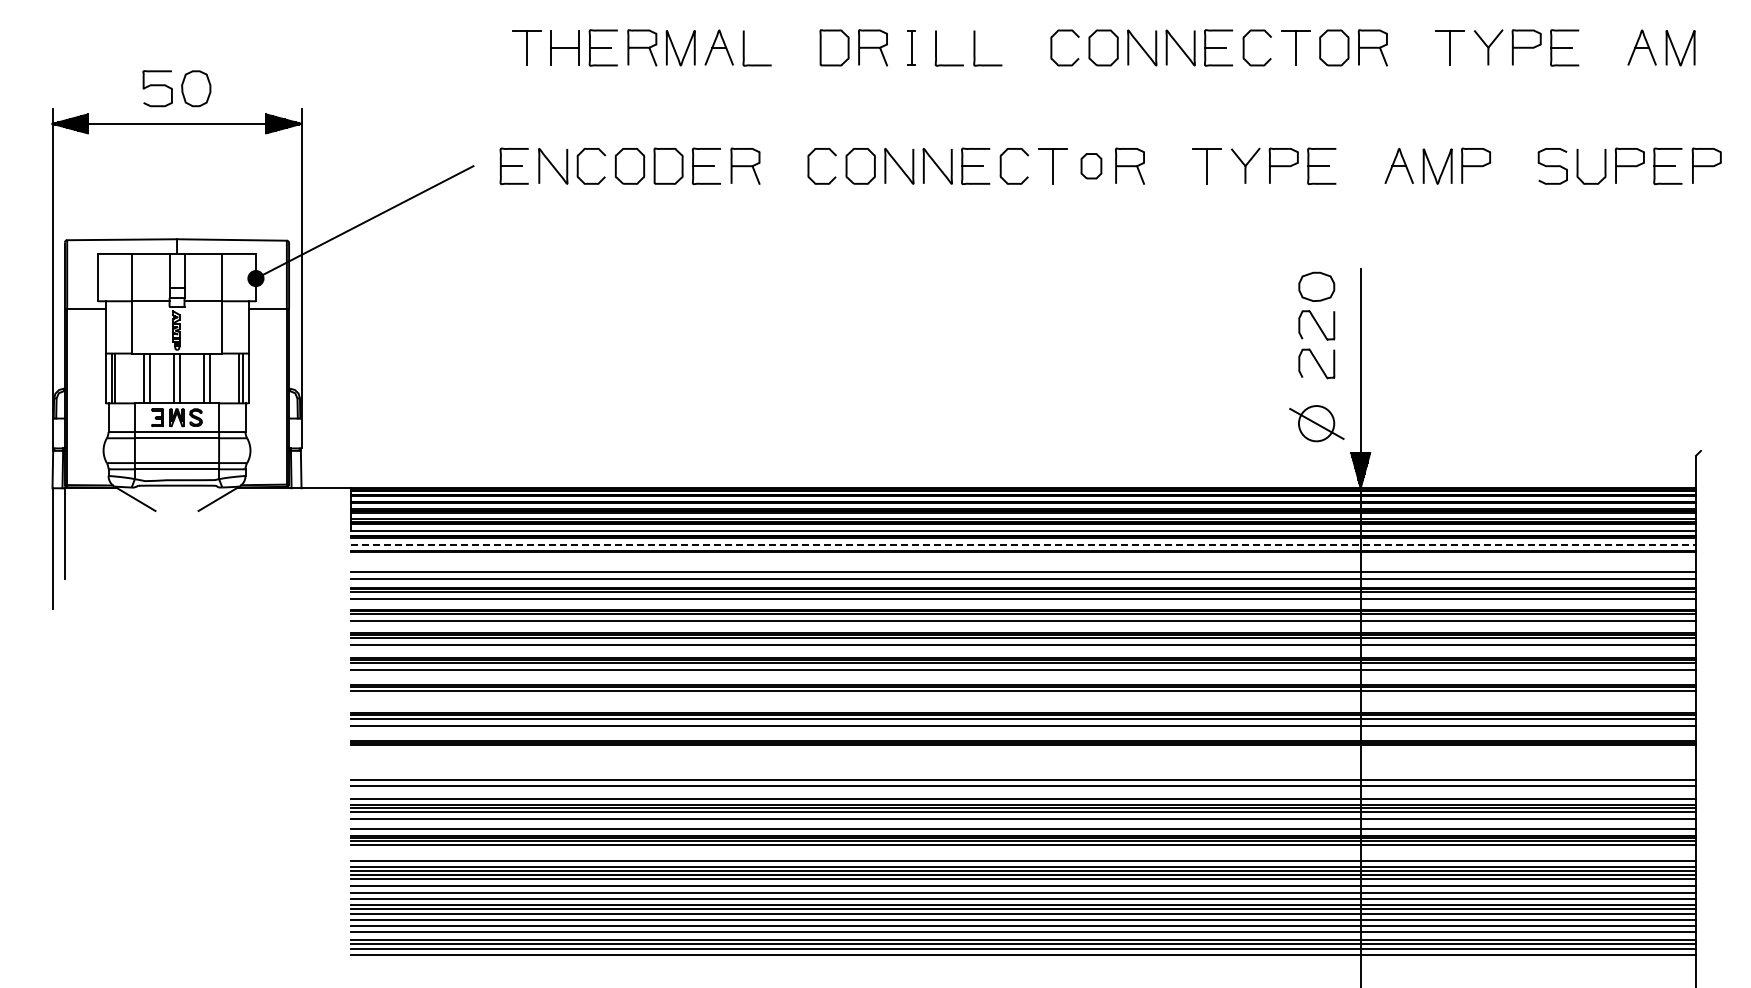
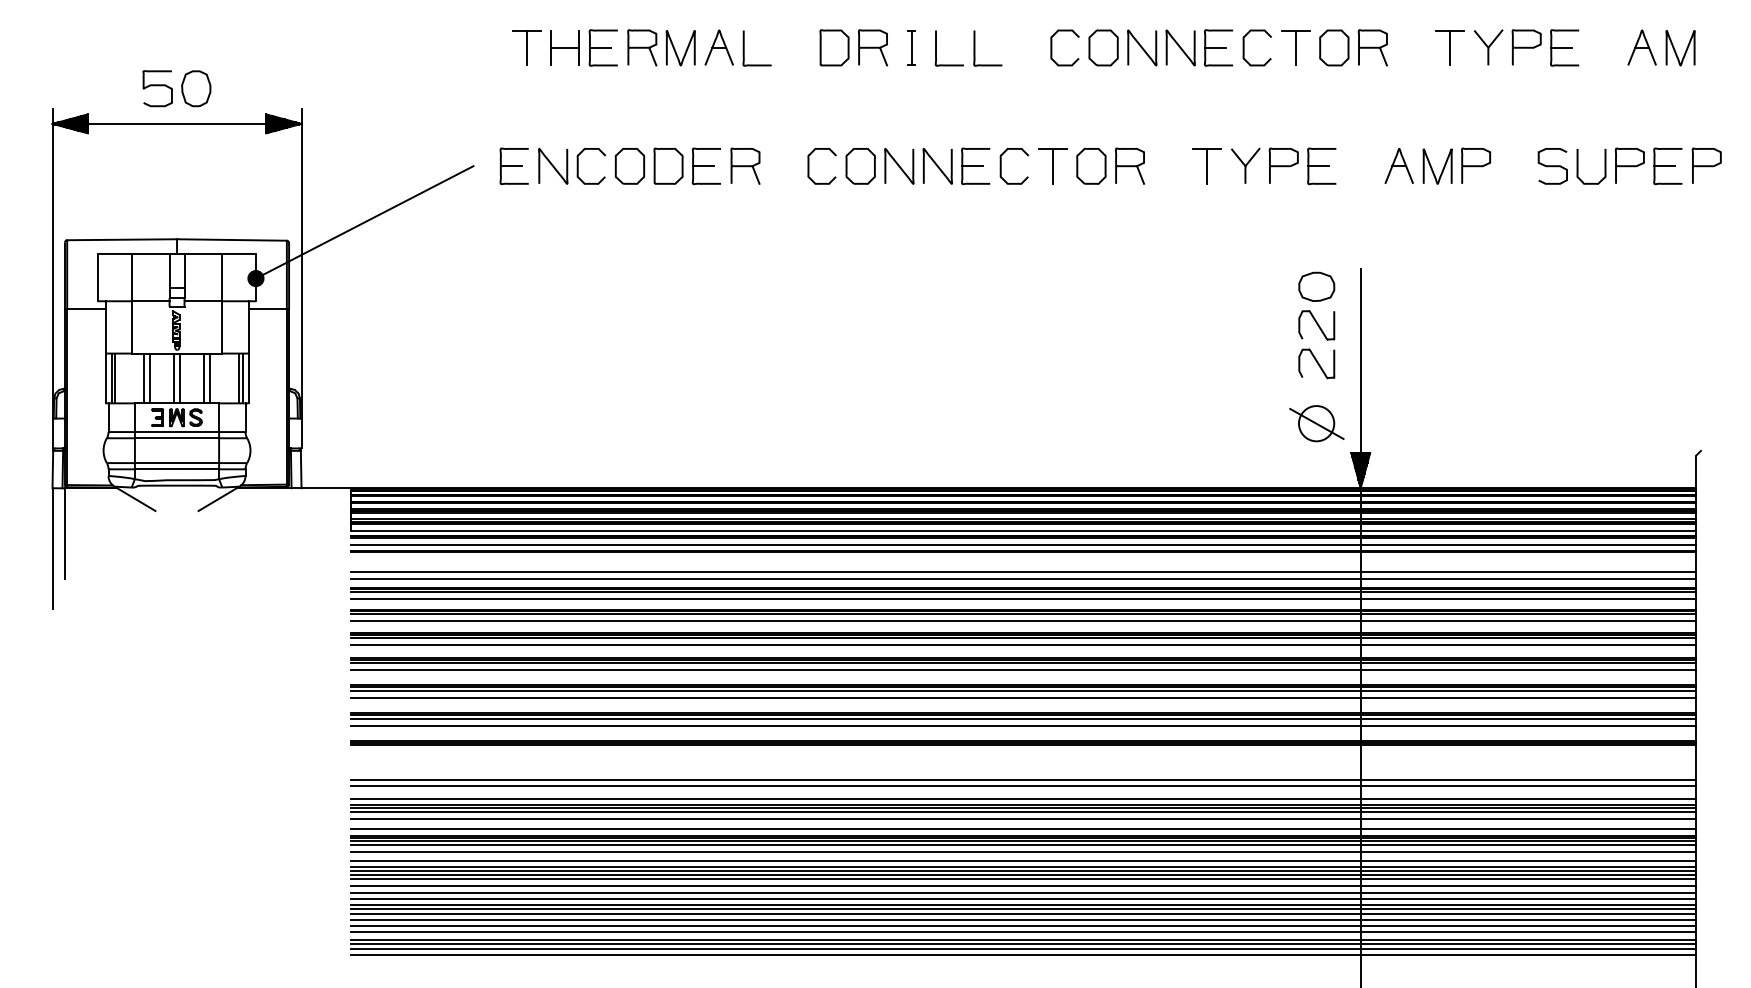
part at (1091, 166) size: 23x27 px -> 31x38 px
line at (1024, 544): dashed -> solid
line at (1023, 697): none -> present
line at (1023, 851): none -> present
